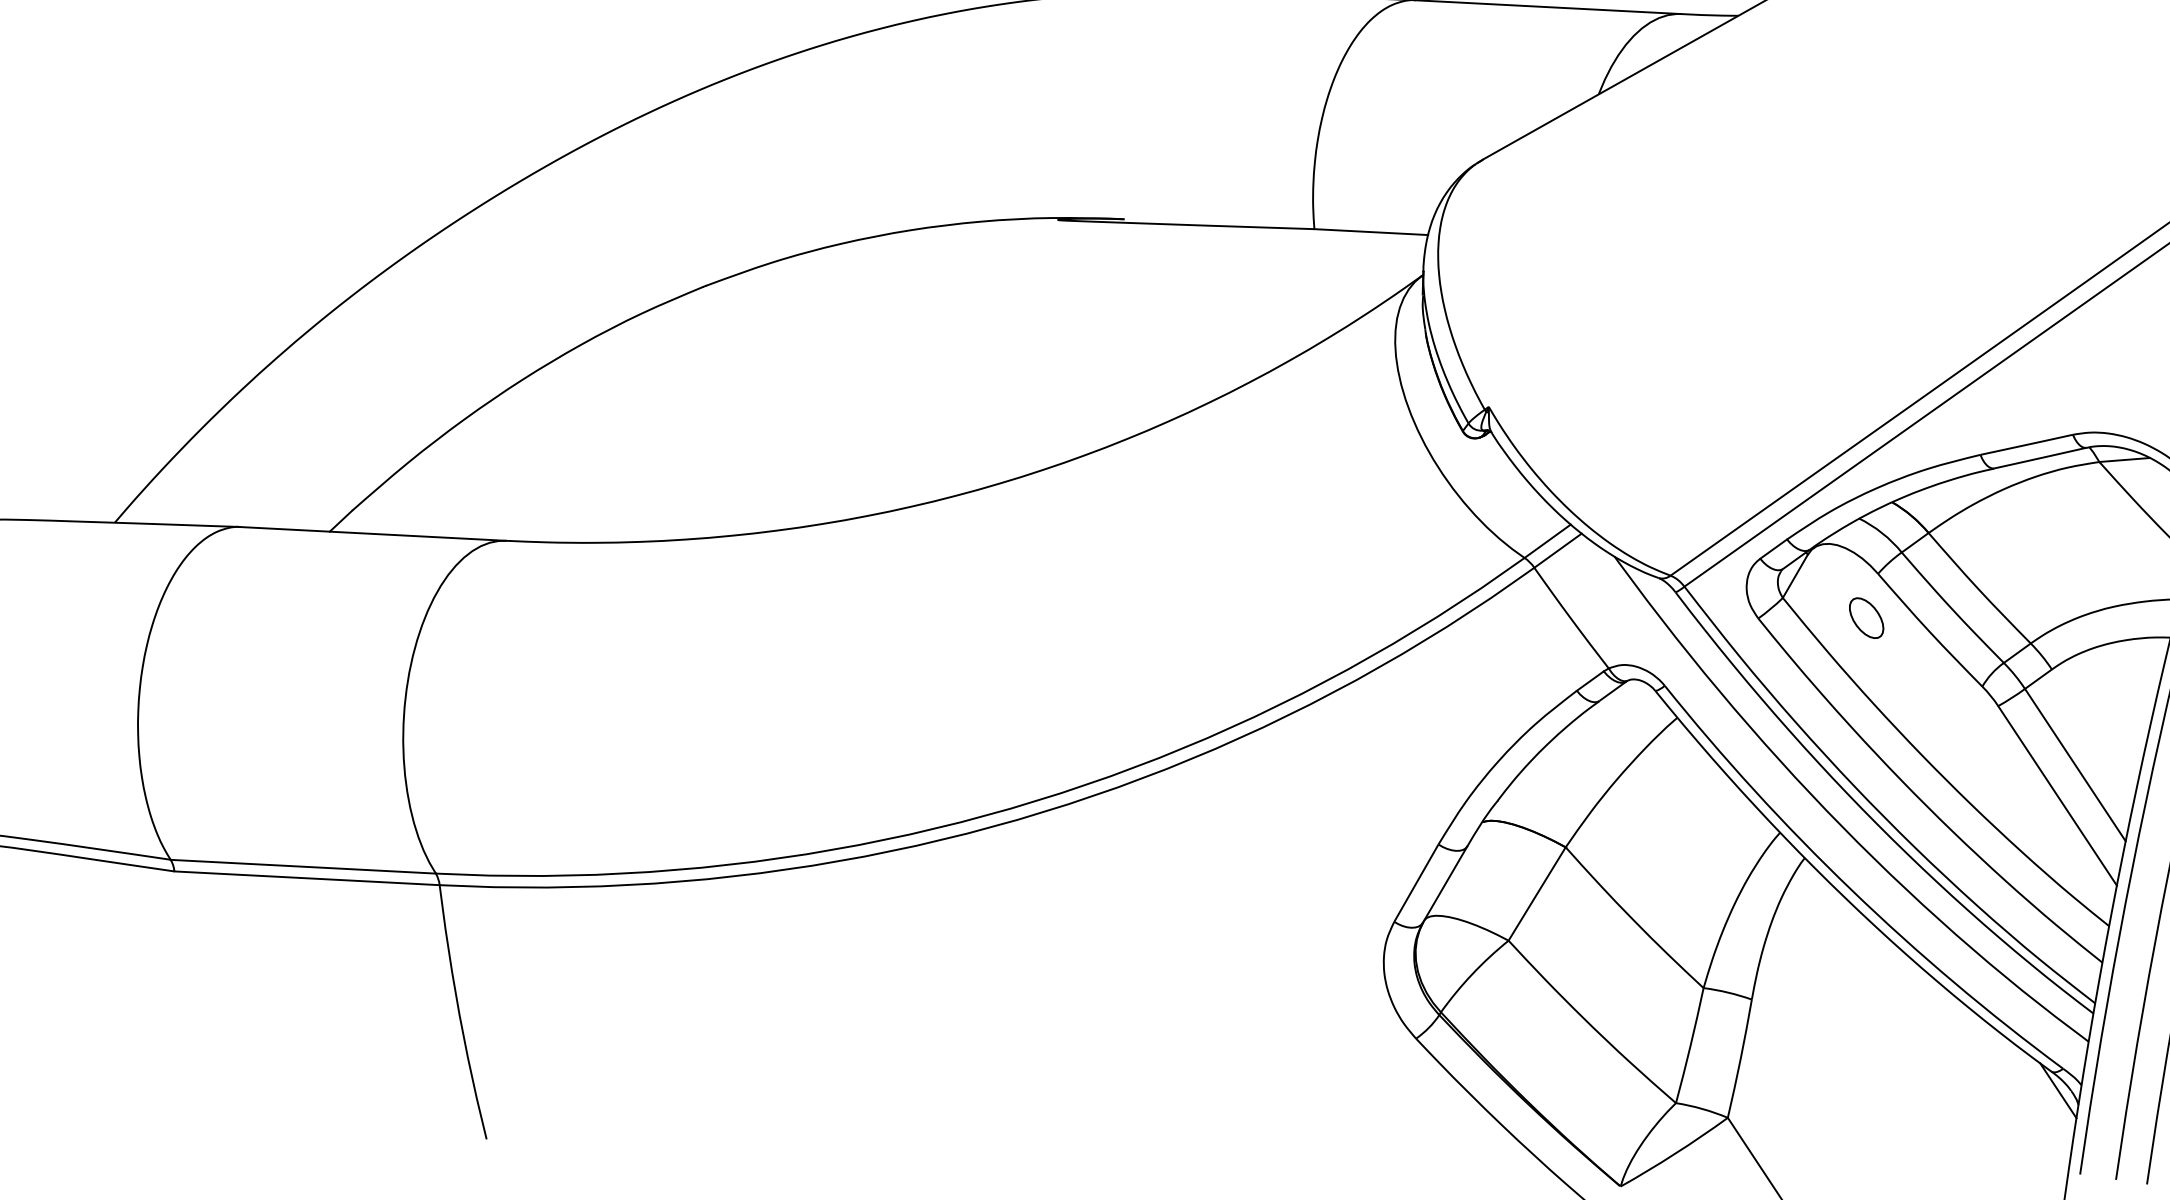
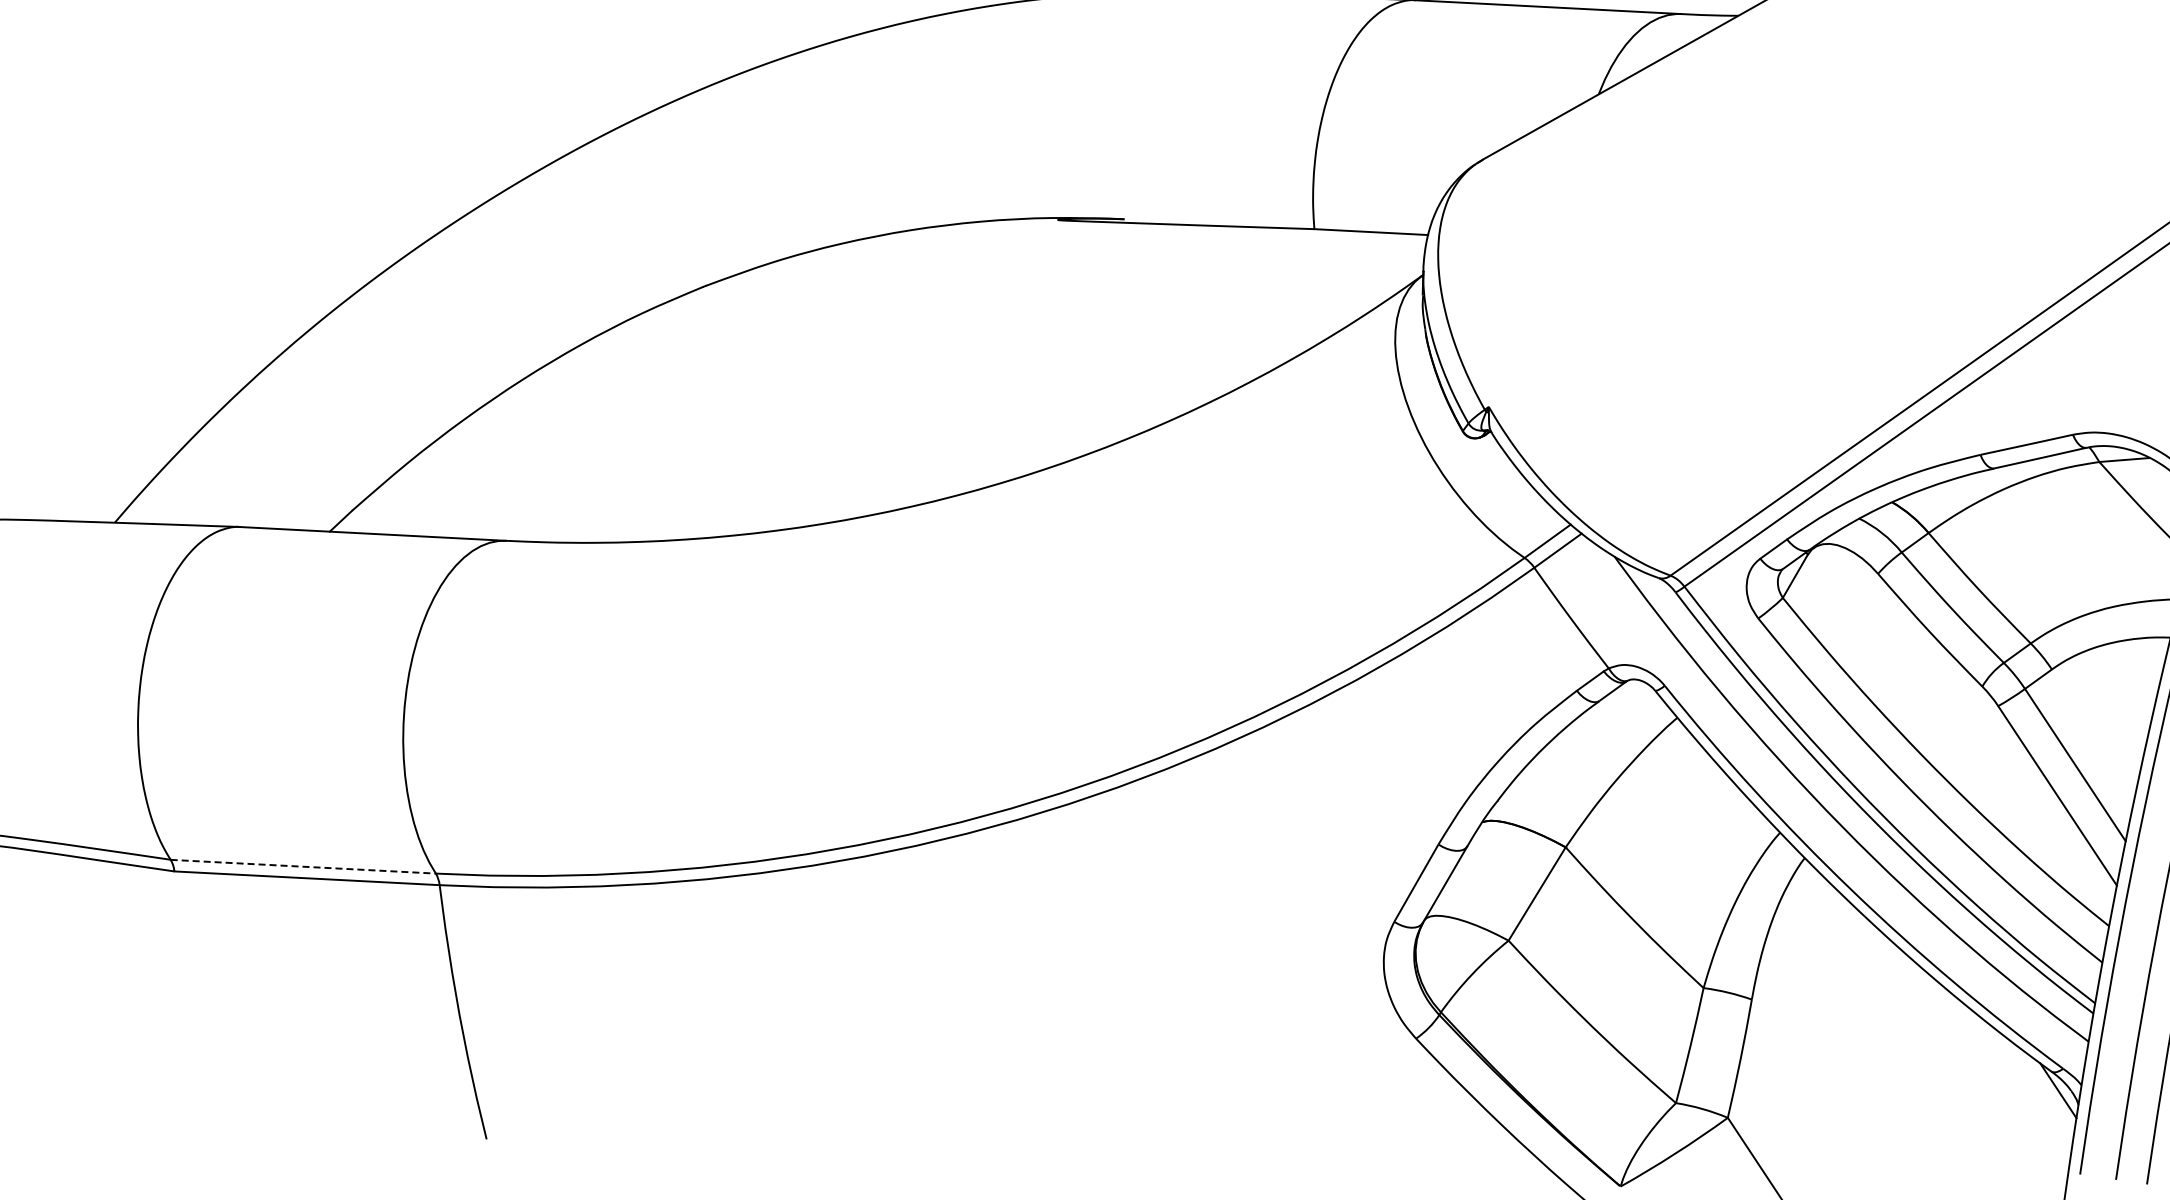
part at (1866, 617): present -> none
line at (303, 866): solid -> dashed
